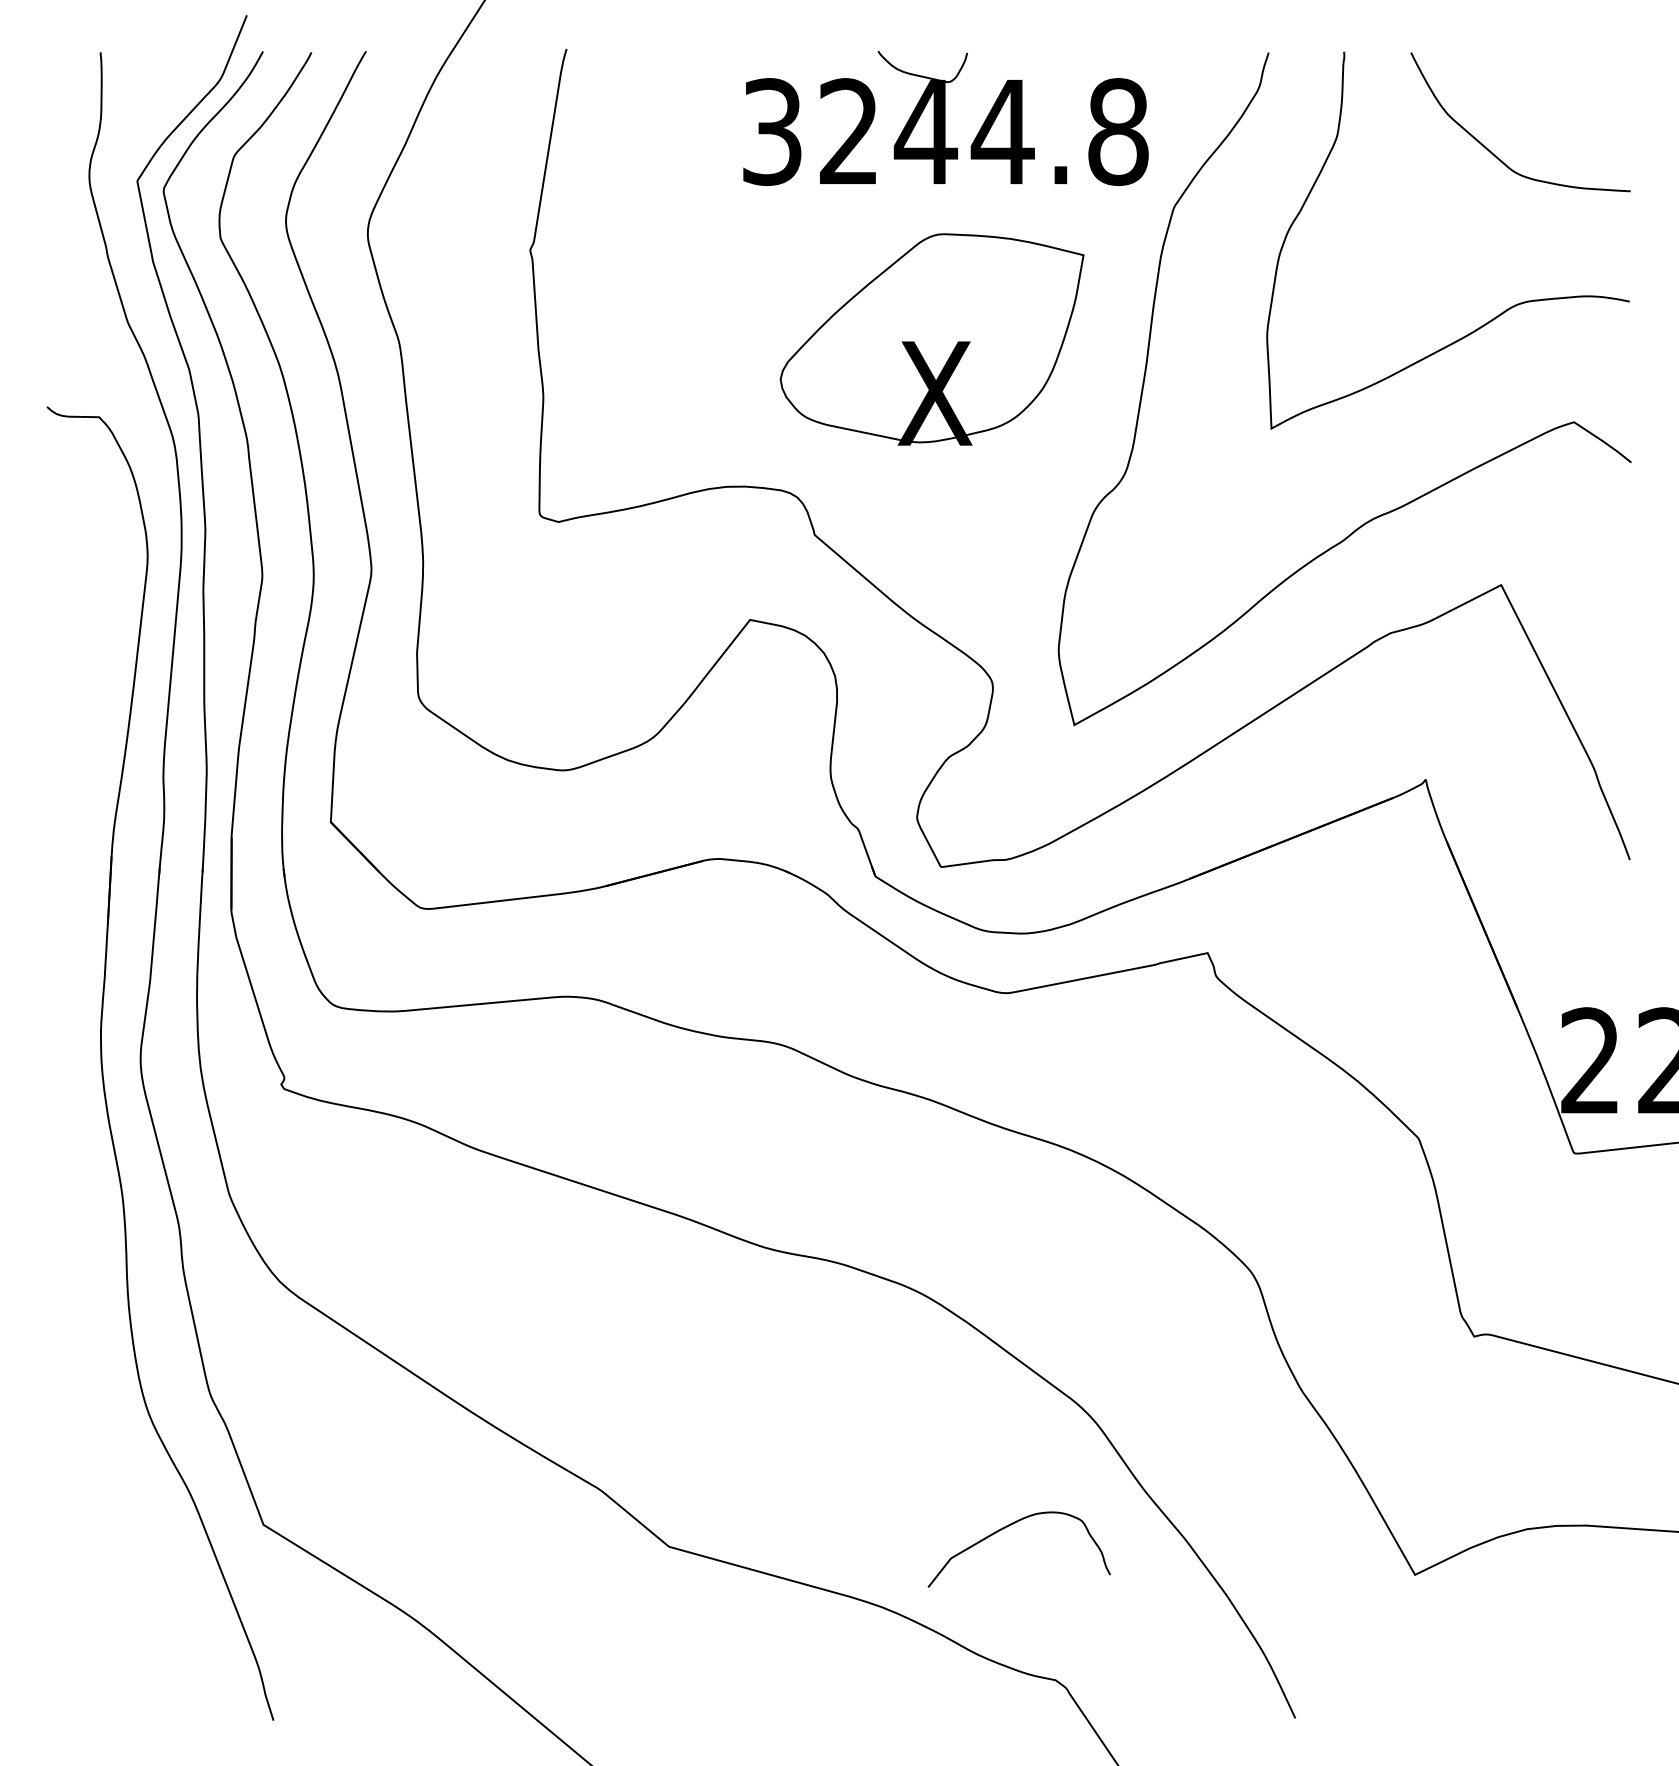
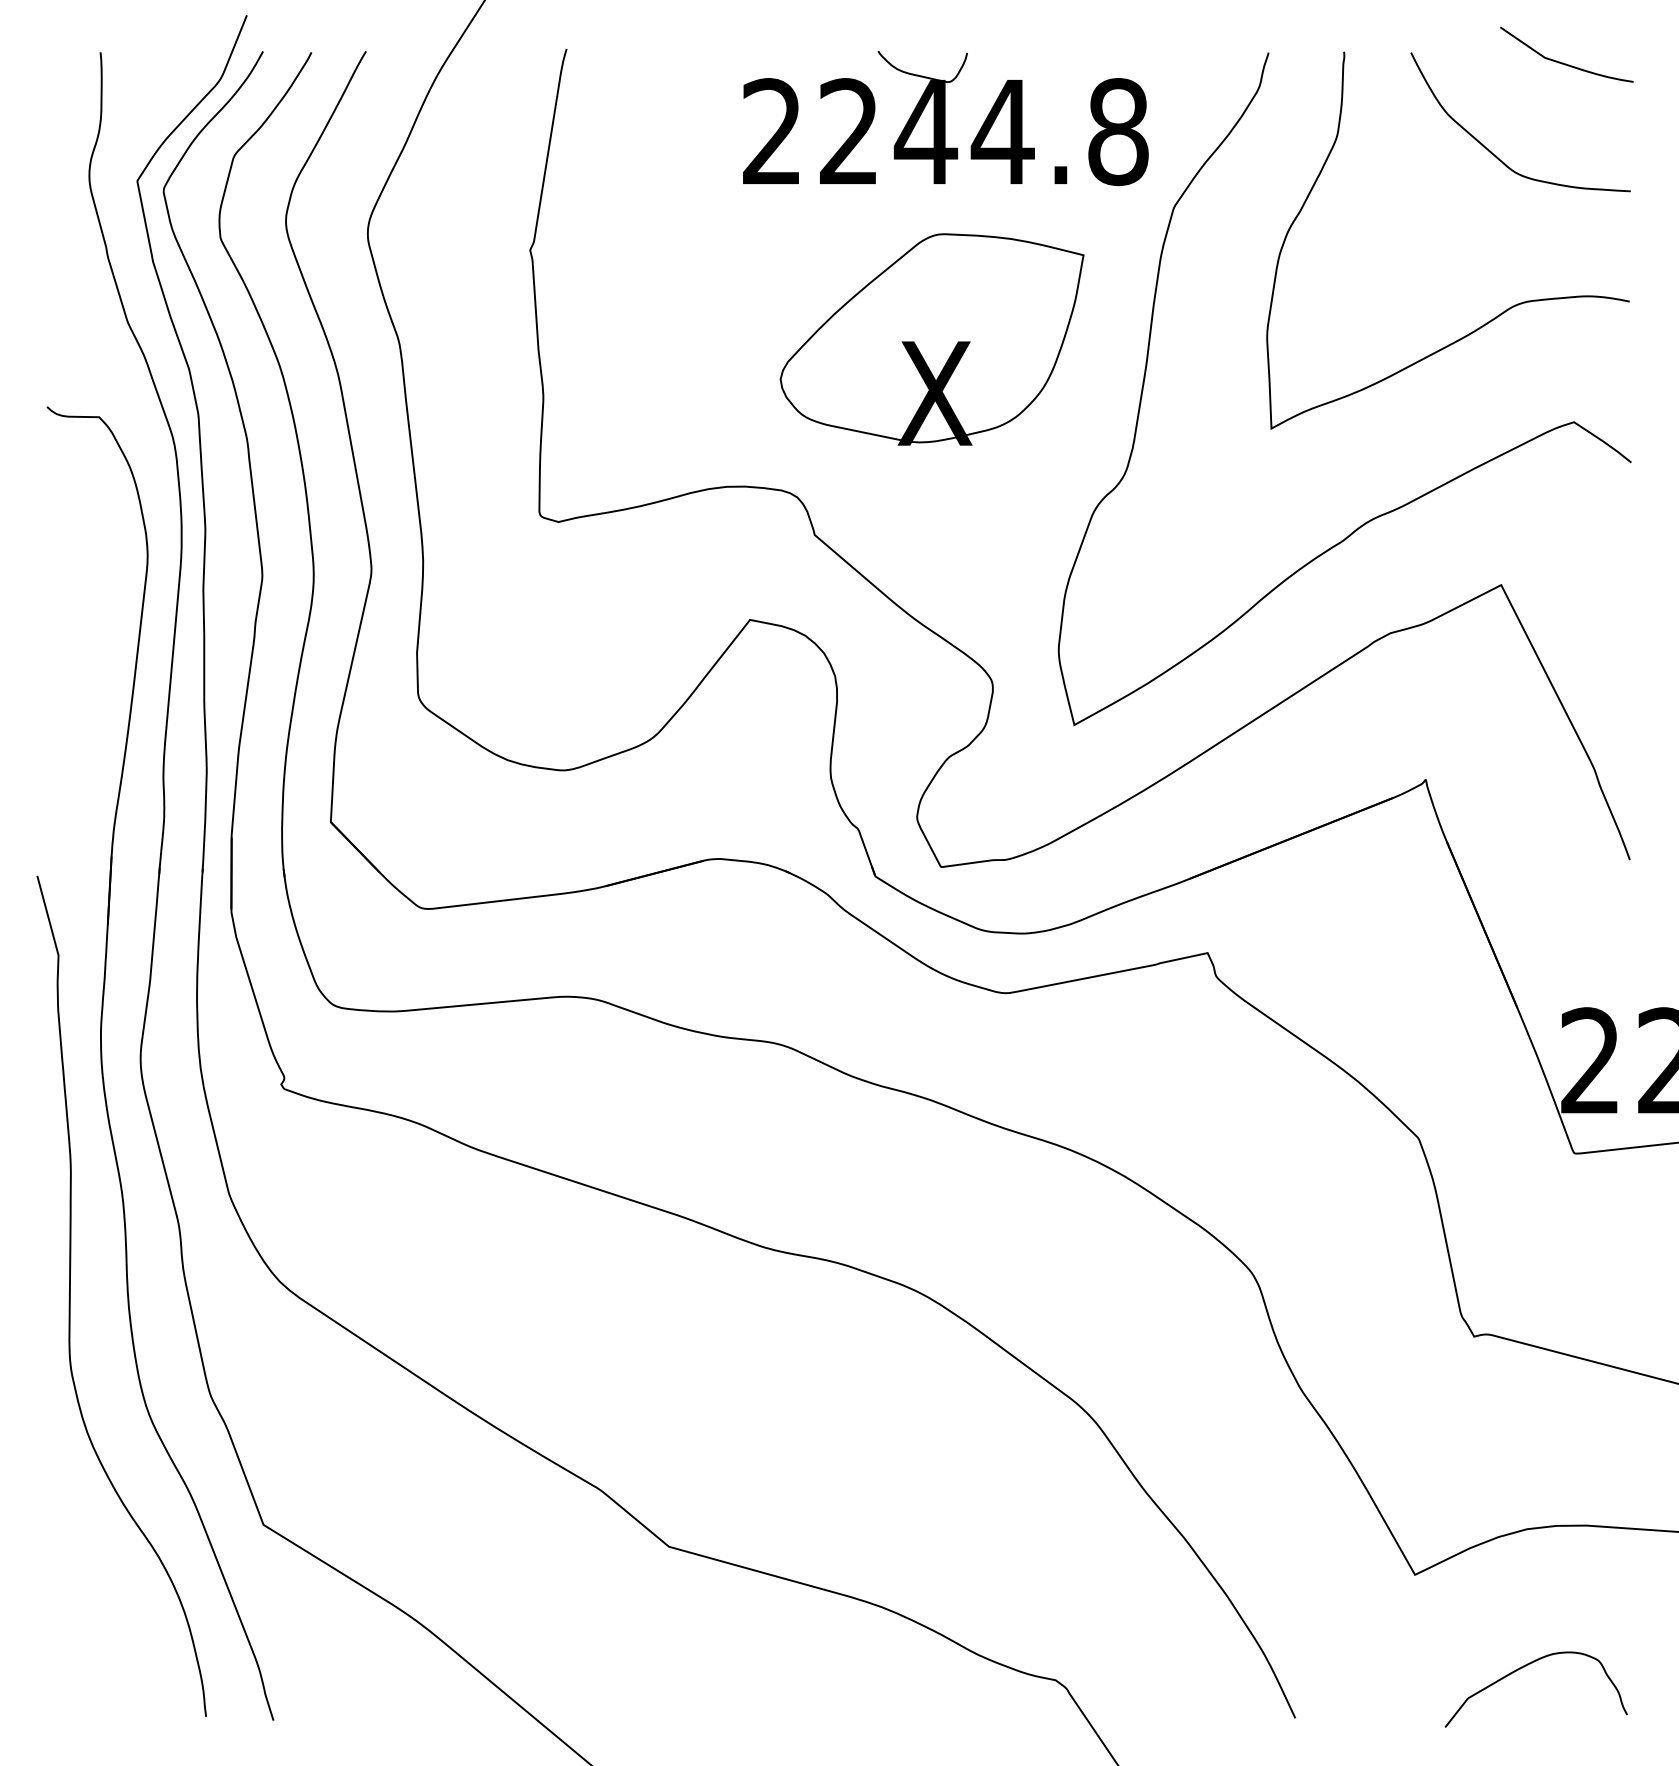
curve at (1563, 62): none -> present
text at (772, 132): 3244.8 -> 2244.8
curve at (70, 1295): none -> present
curve at (1007, 1527) position: (1007, 1527) -> (1524, 1667)
